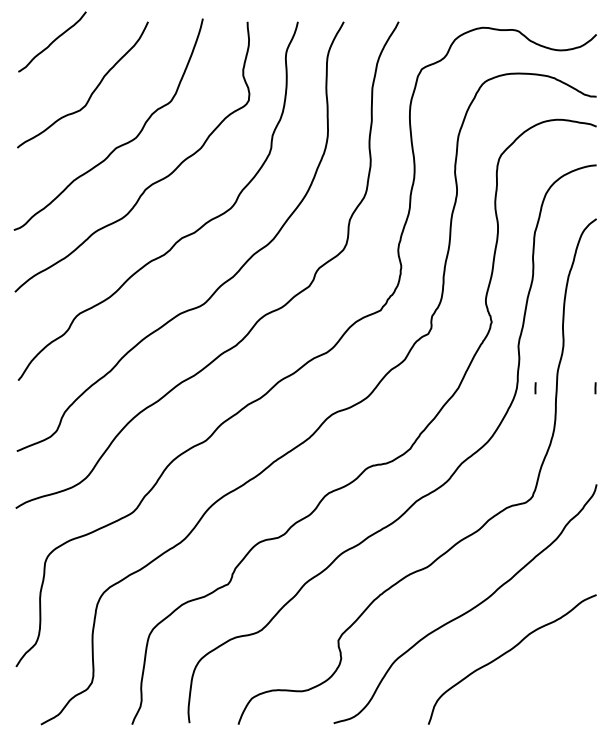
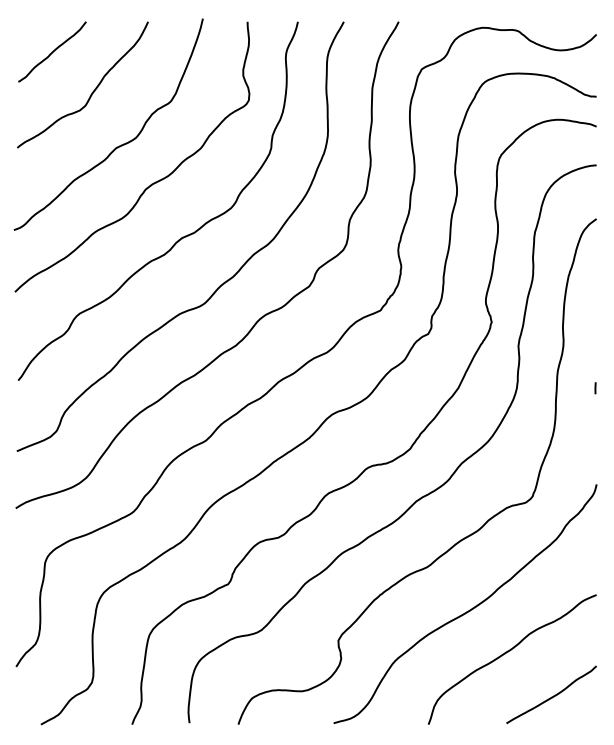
curve at (52, 41) position: (52, 41) -> (52, 51)
line at (535, 388): present -> none
curve at (551, 696): none -> present
